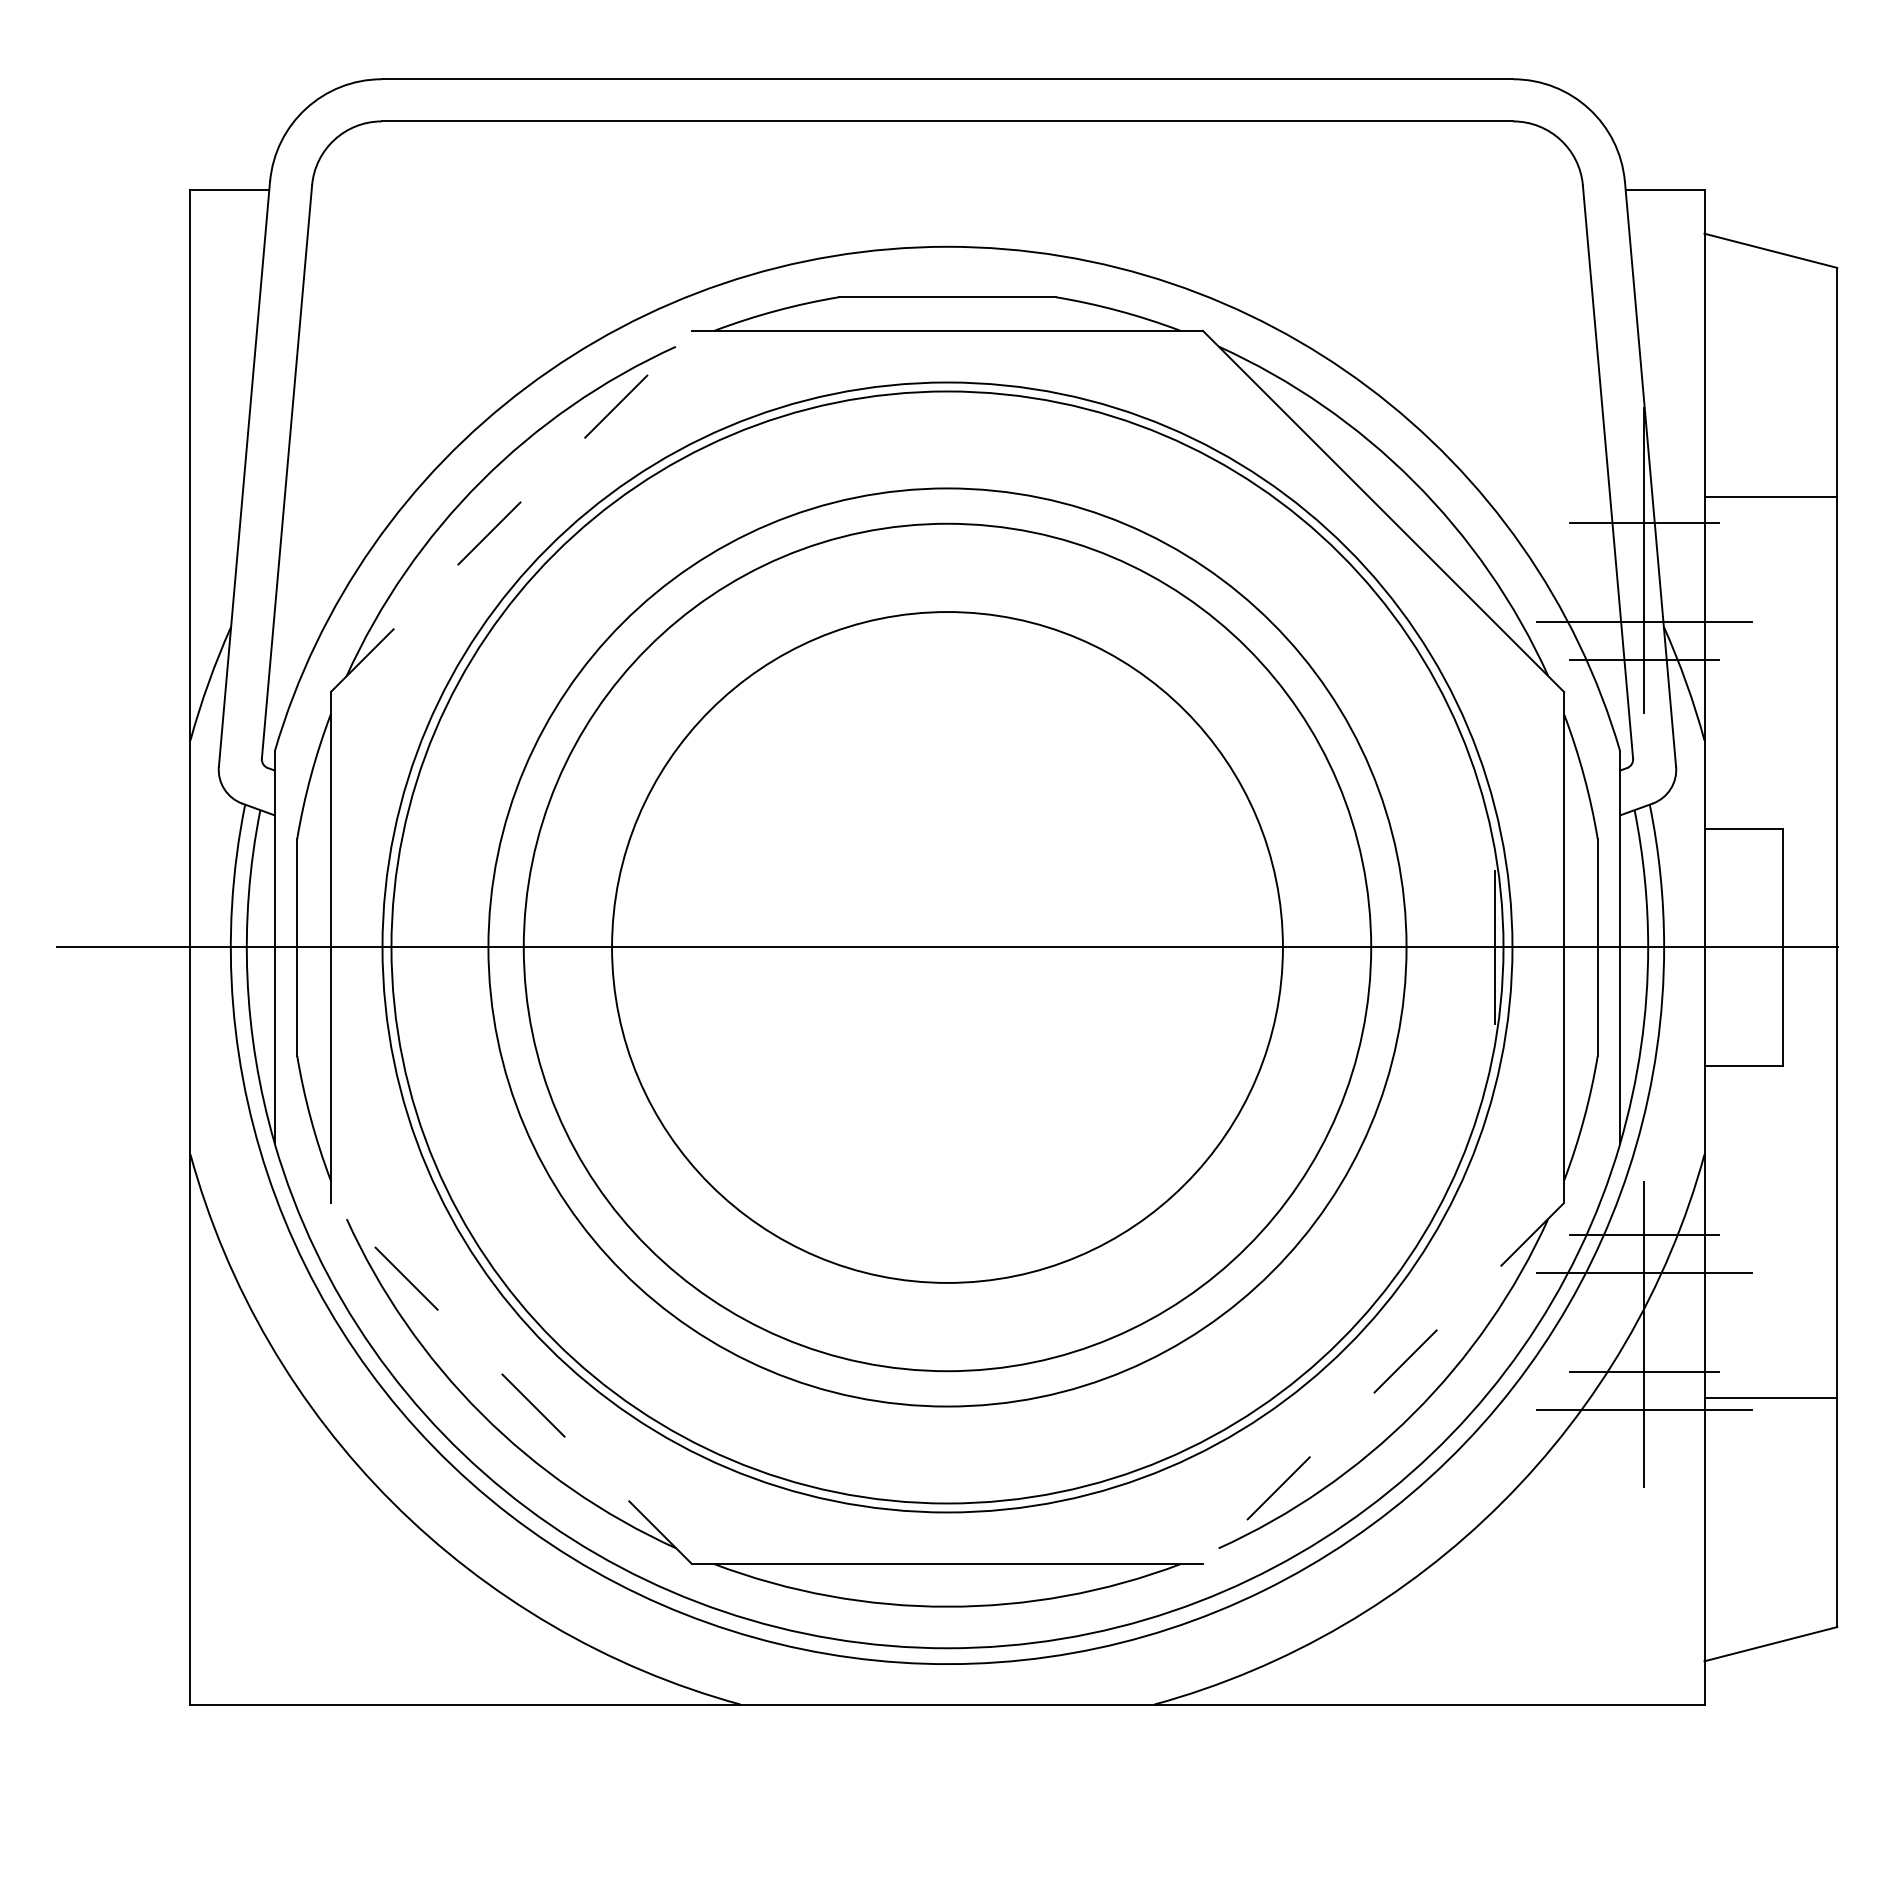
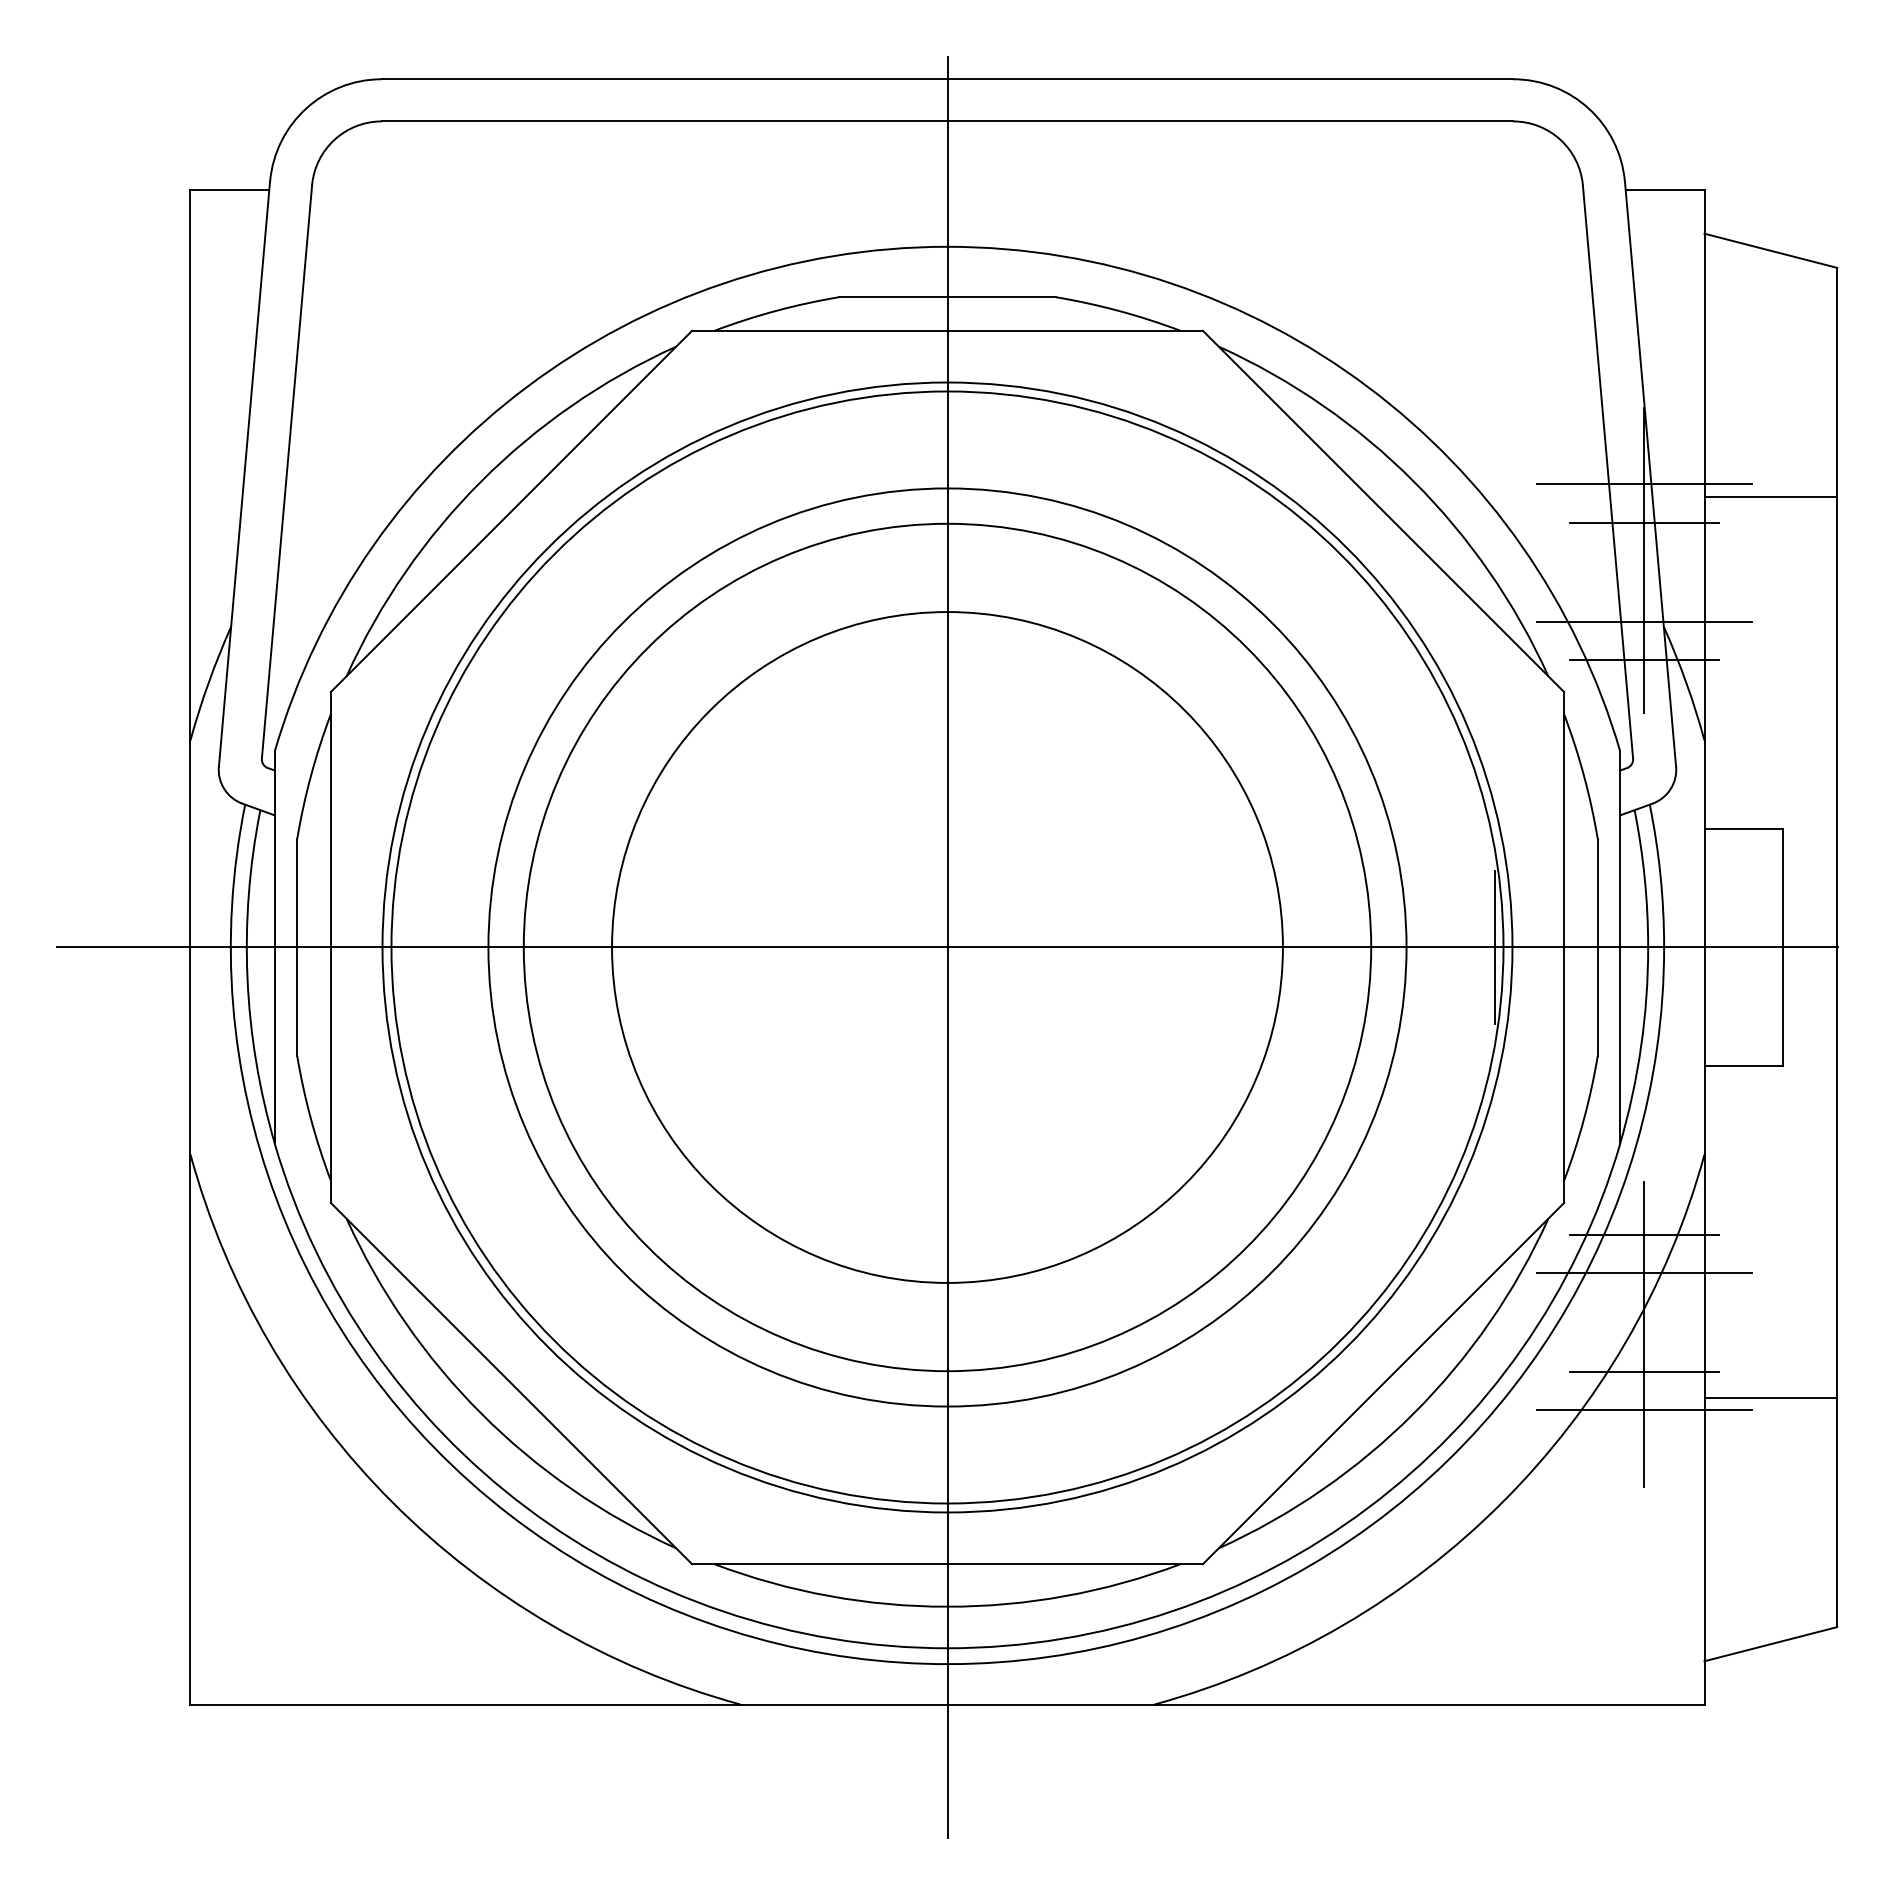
line at (1644, 484): none -> present
line at (511, 511): dashed -> solid
line at (947, 947): none -> present
line at (511, 1383): dashed -> solid
line at (1383, 1383): dashed -> solid
